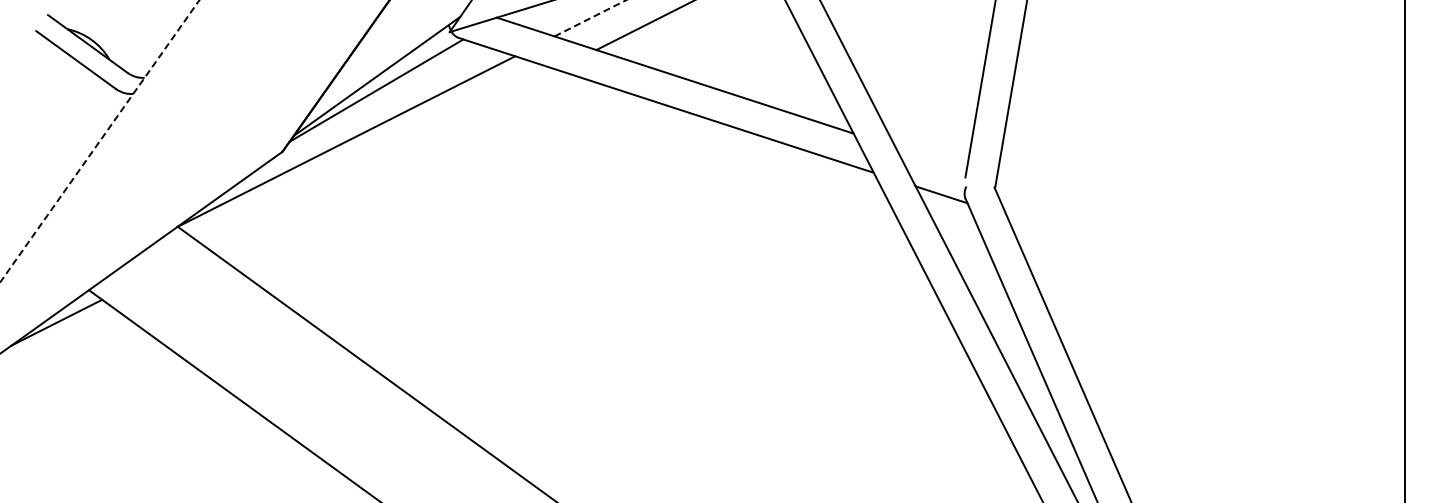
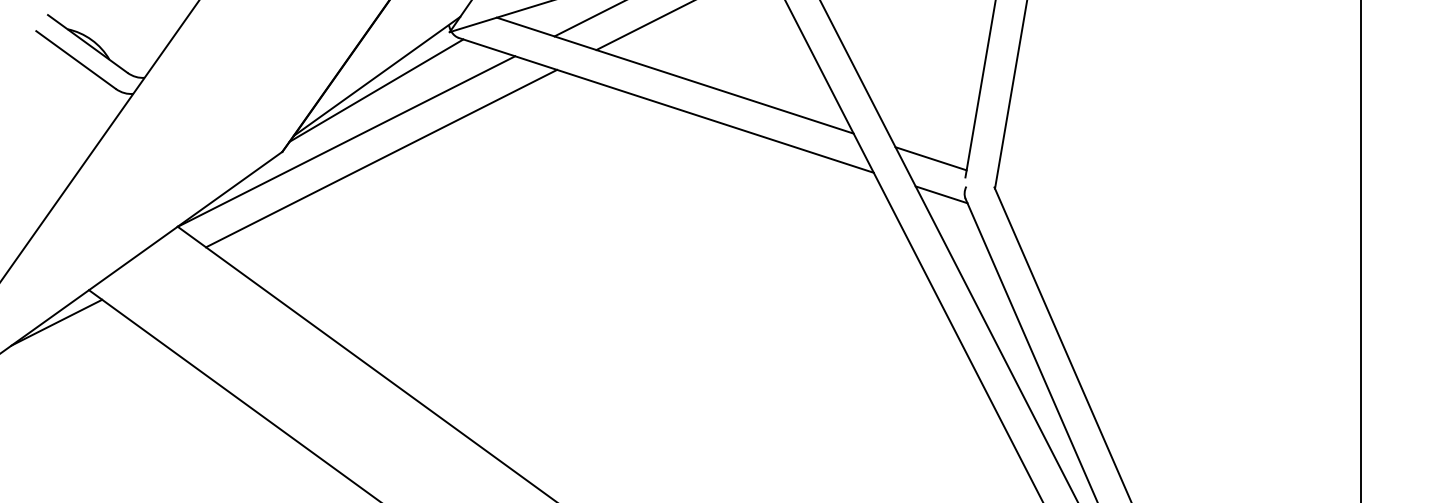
line at (590, 18): dashed -> solid
line at (100, 140): dashed -> solid
line at (381, 158): none -> present
line at (930, 158): none -> present
line at (1405, 250) position: (1405, 250) -> (1361, 250)
